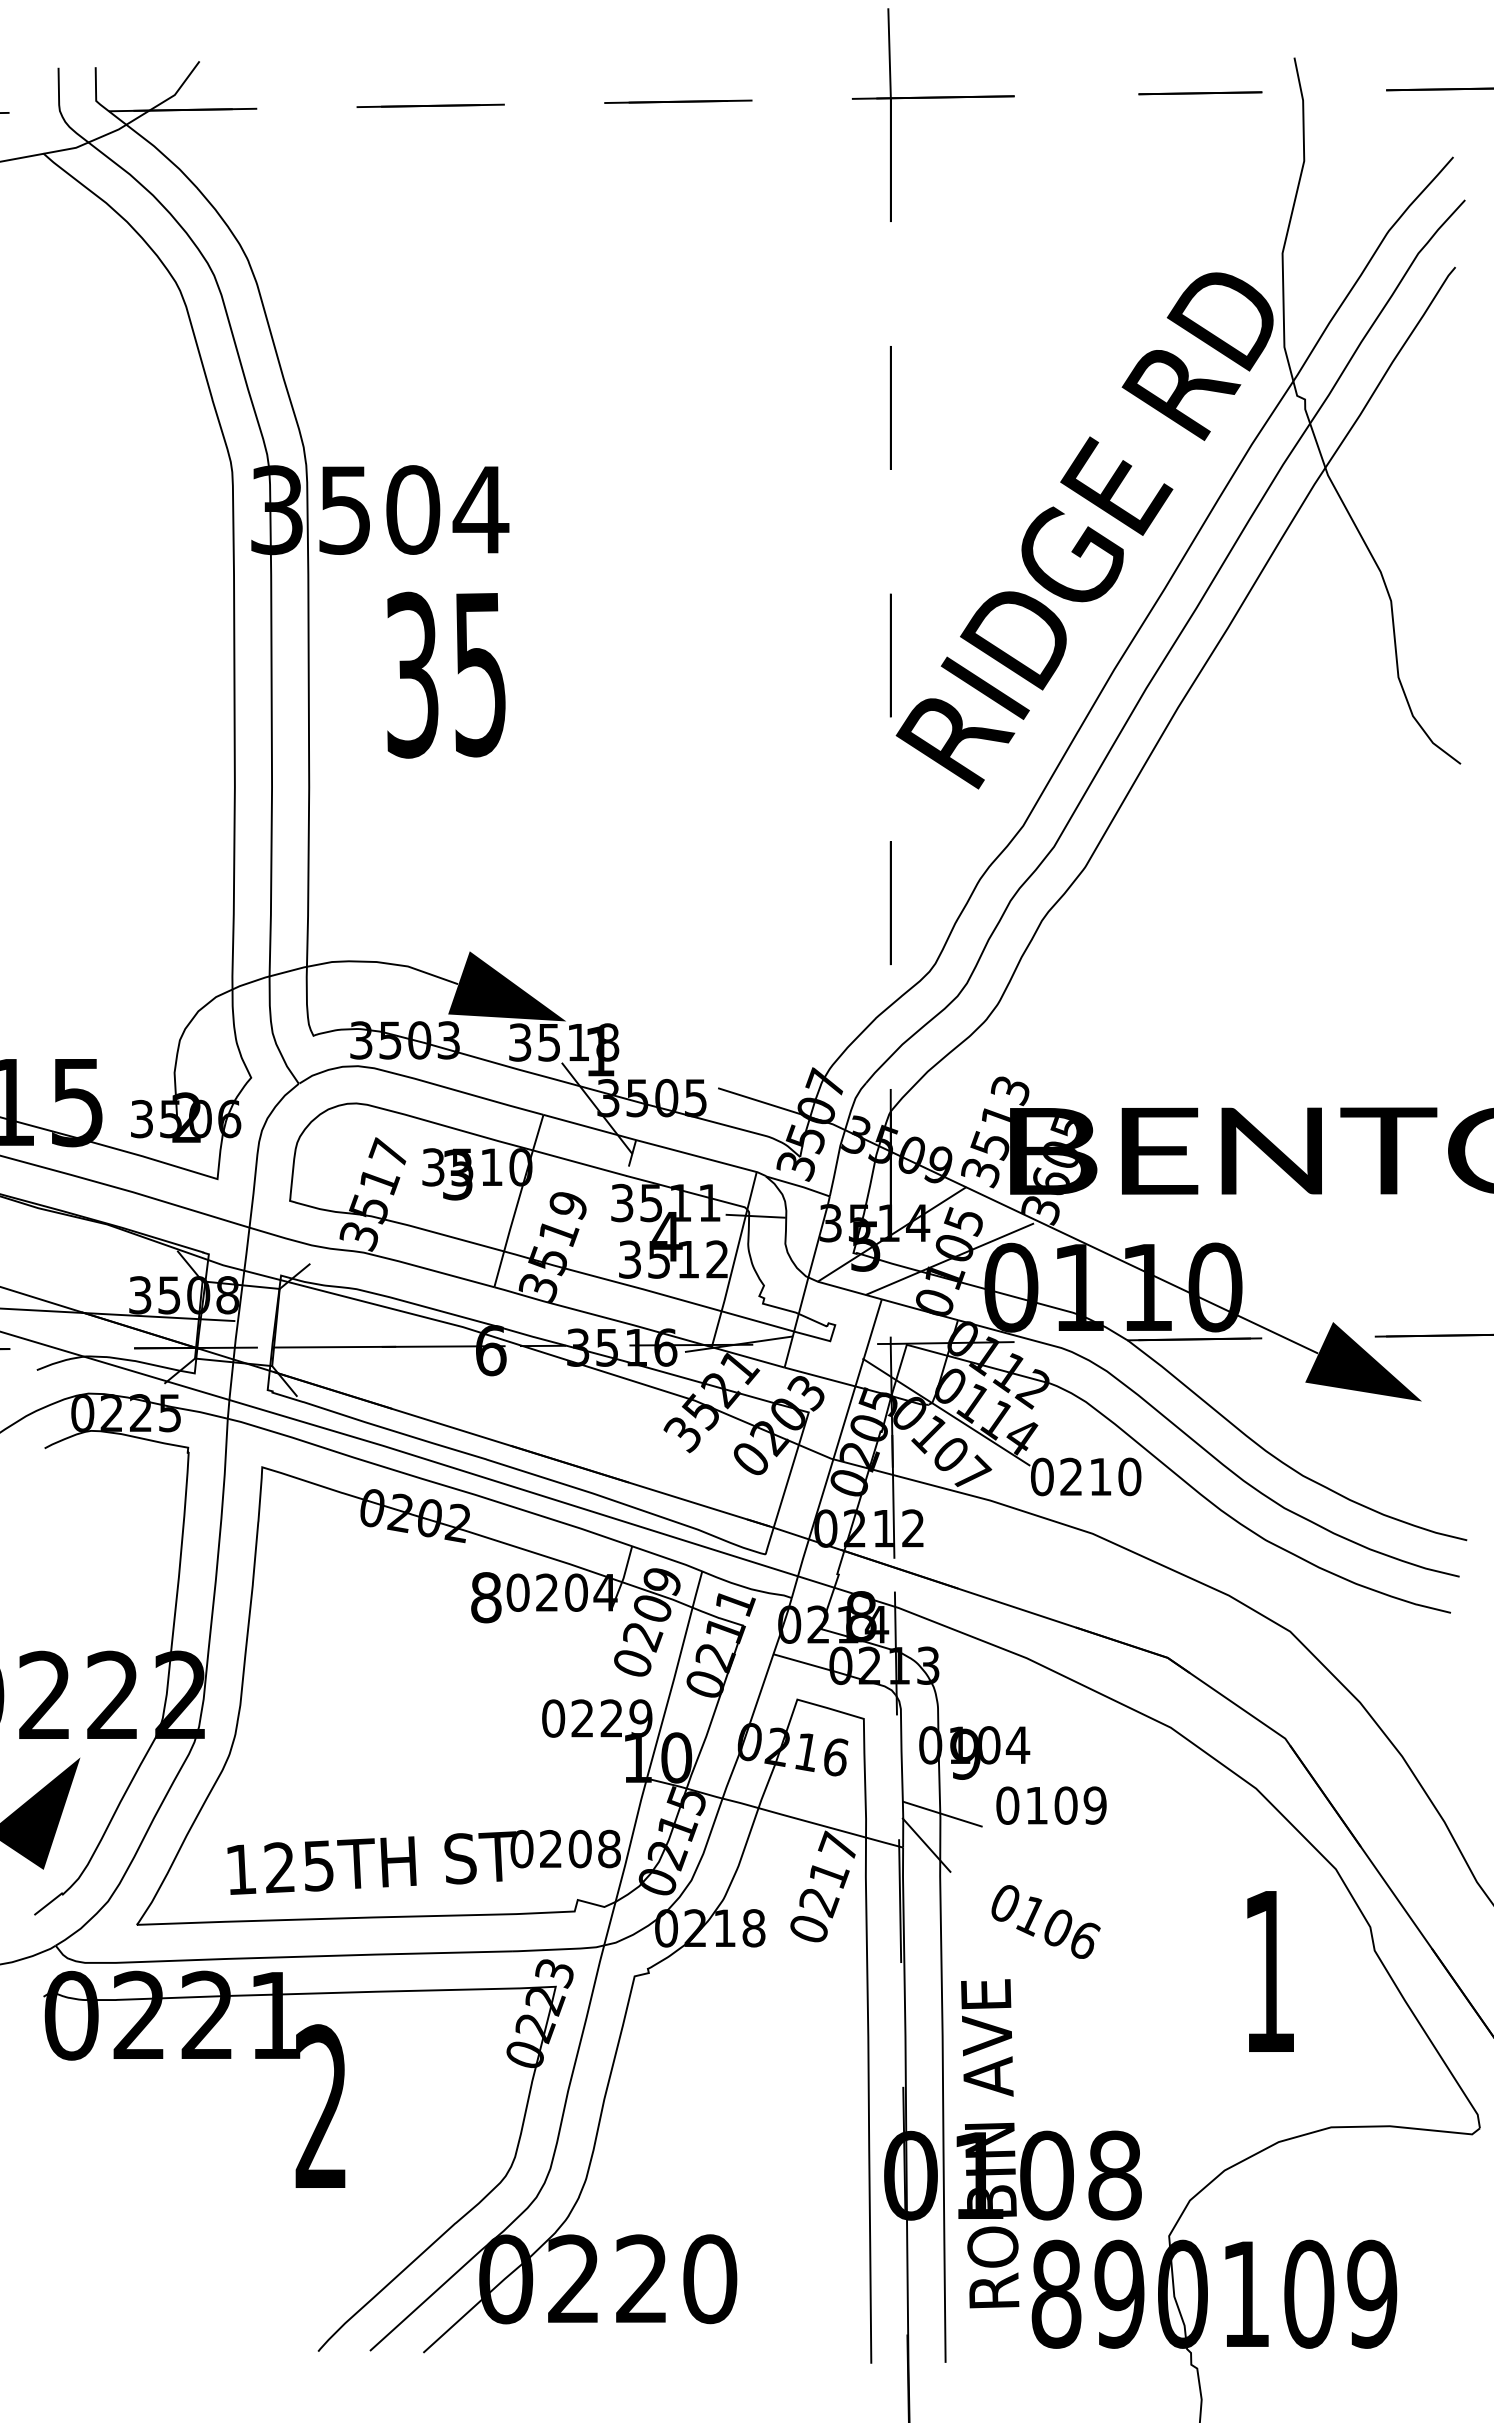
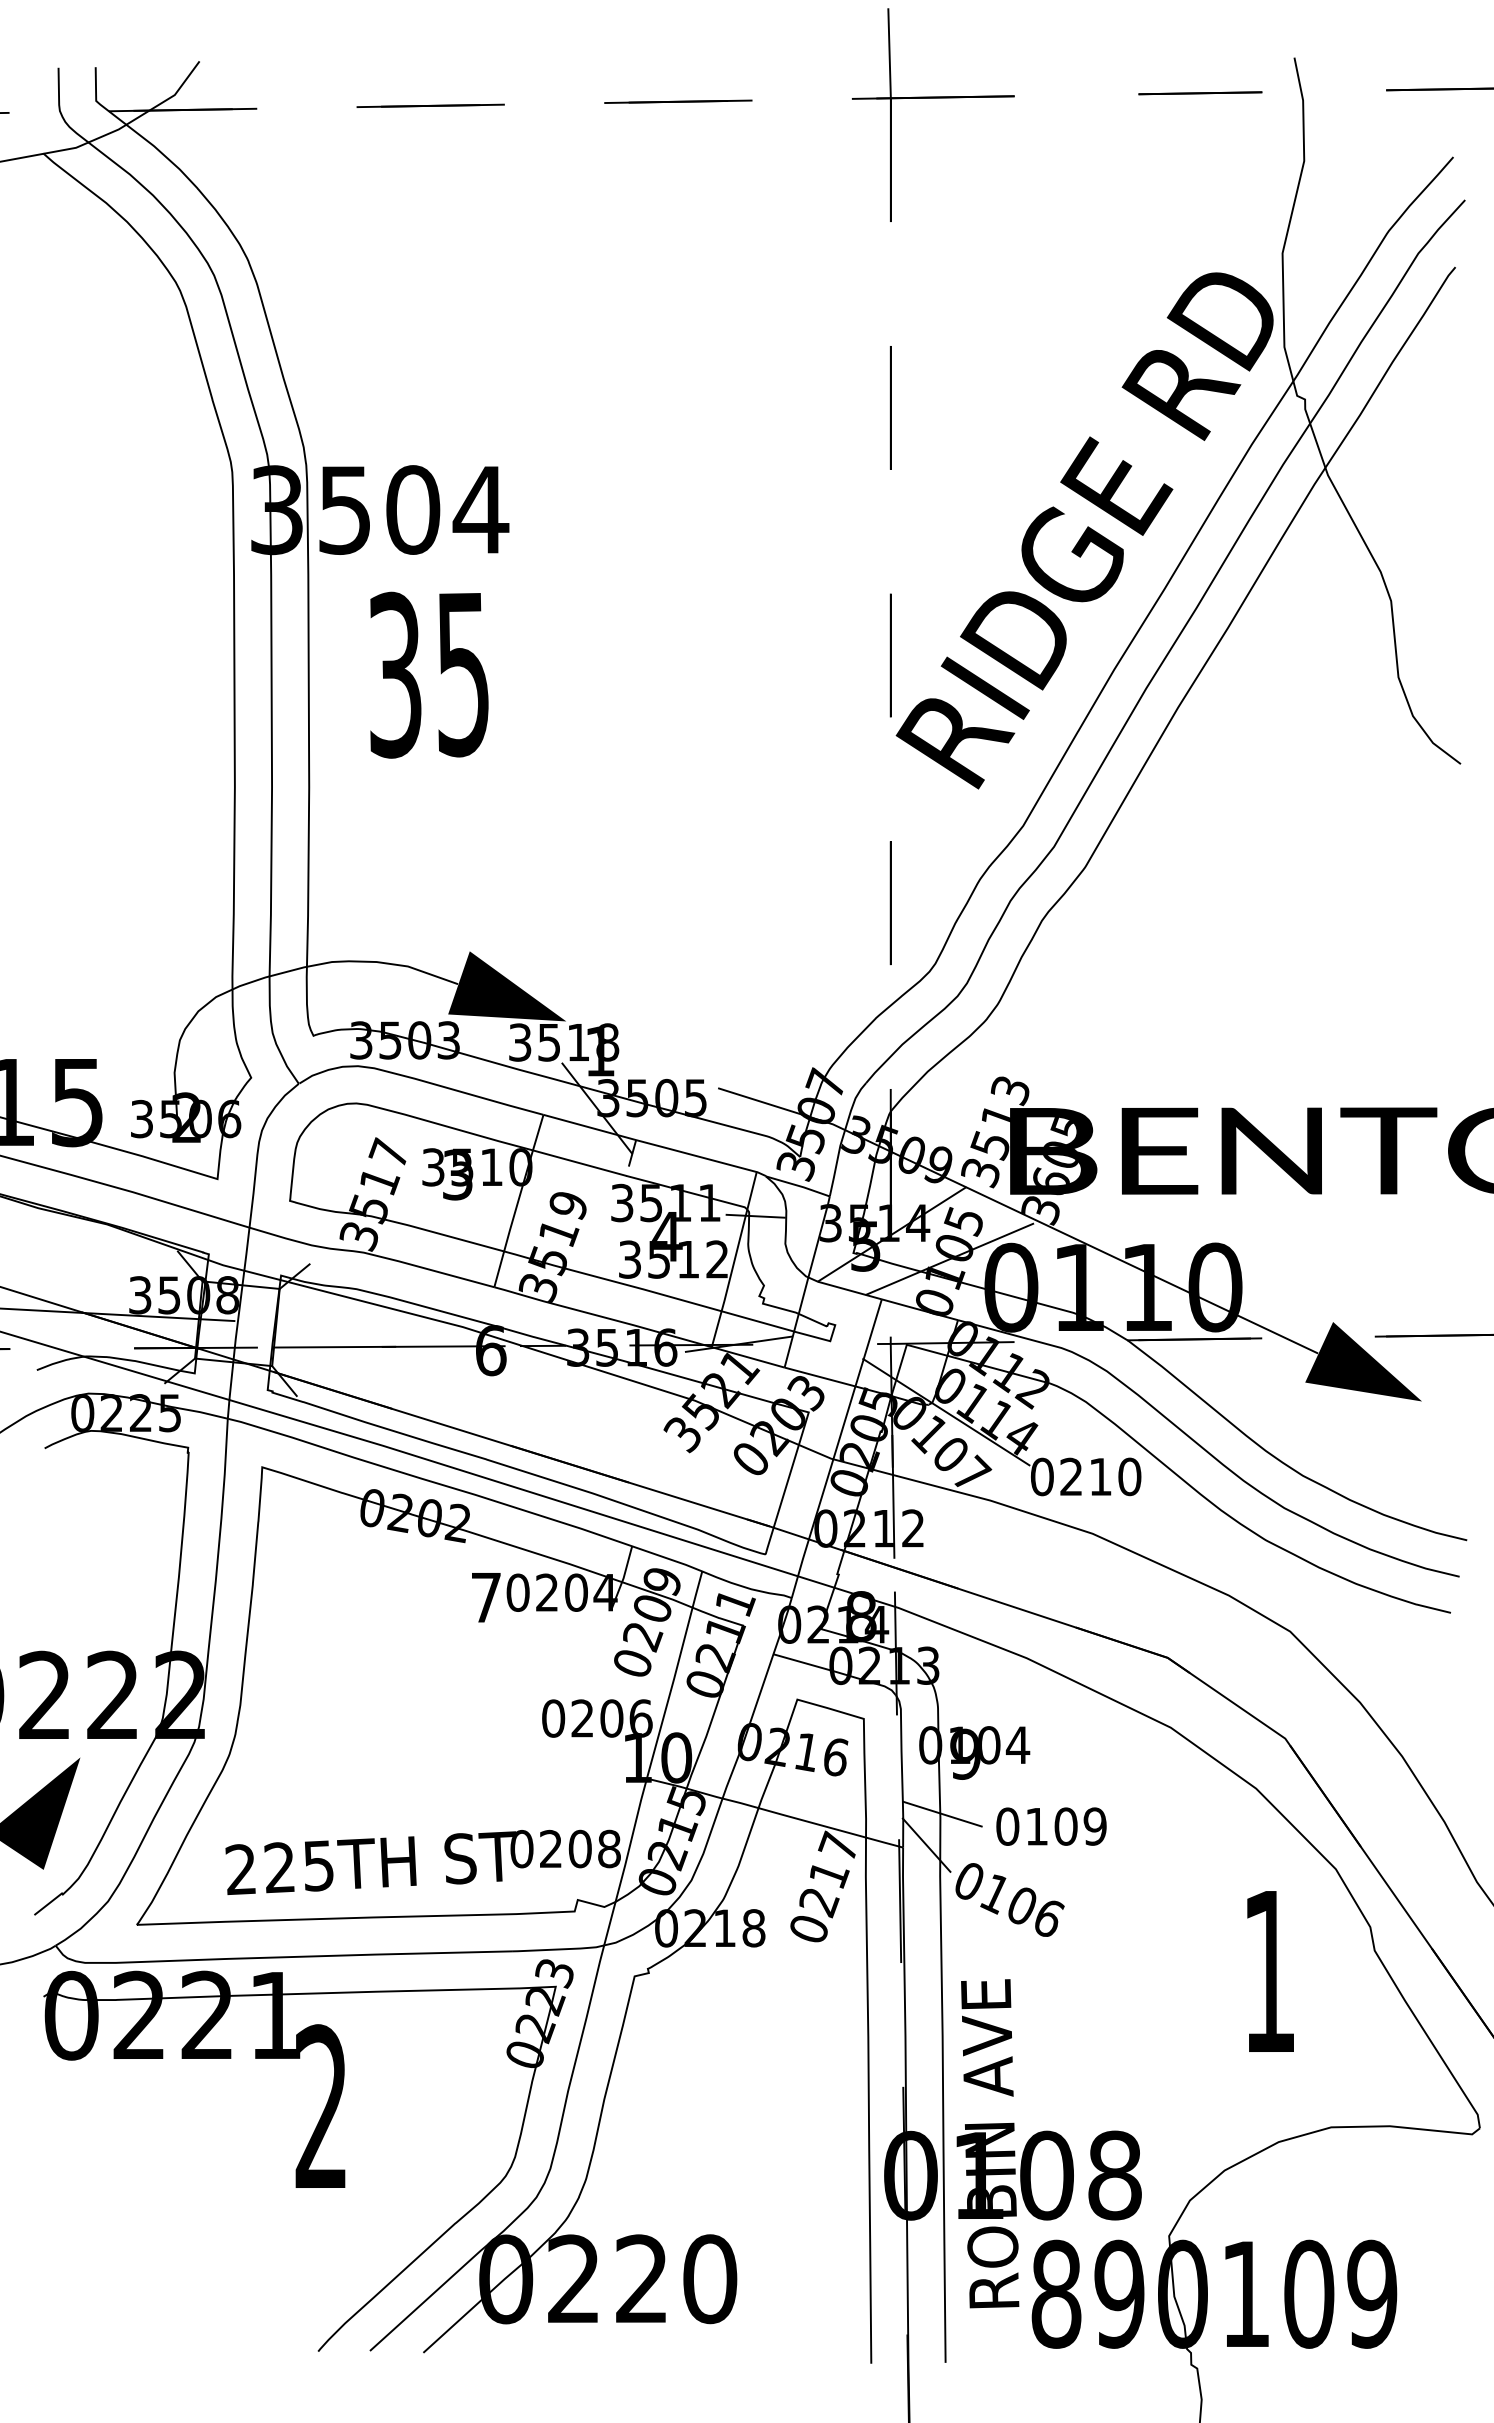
text at (446, 674) position: (446, 674) -> (429, 674)
text at (486, 1597): 8 -> 7
text at (626, 1718): 0229 -> 0206
text at (1051, 1805) position: (1051, 1805) -> (1051, 1826)
text at (240, 1869): 125TH -> 225TH
text at (1045, 1921) position: (1045, 1921) -> (1009, 1899)
